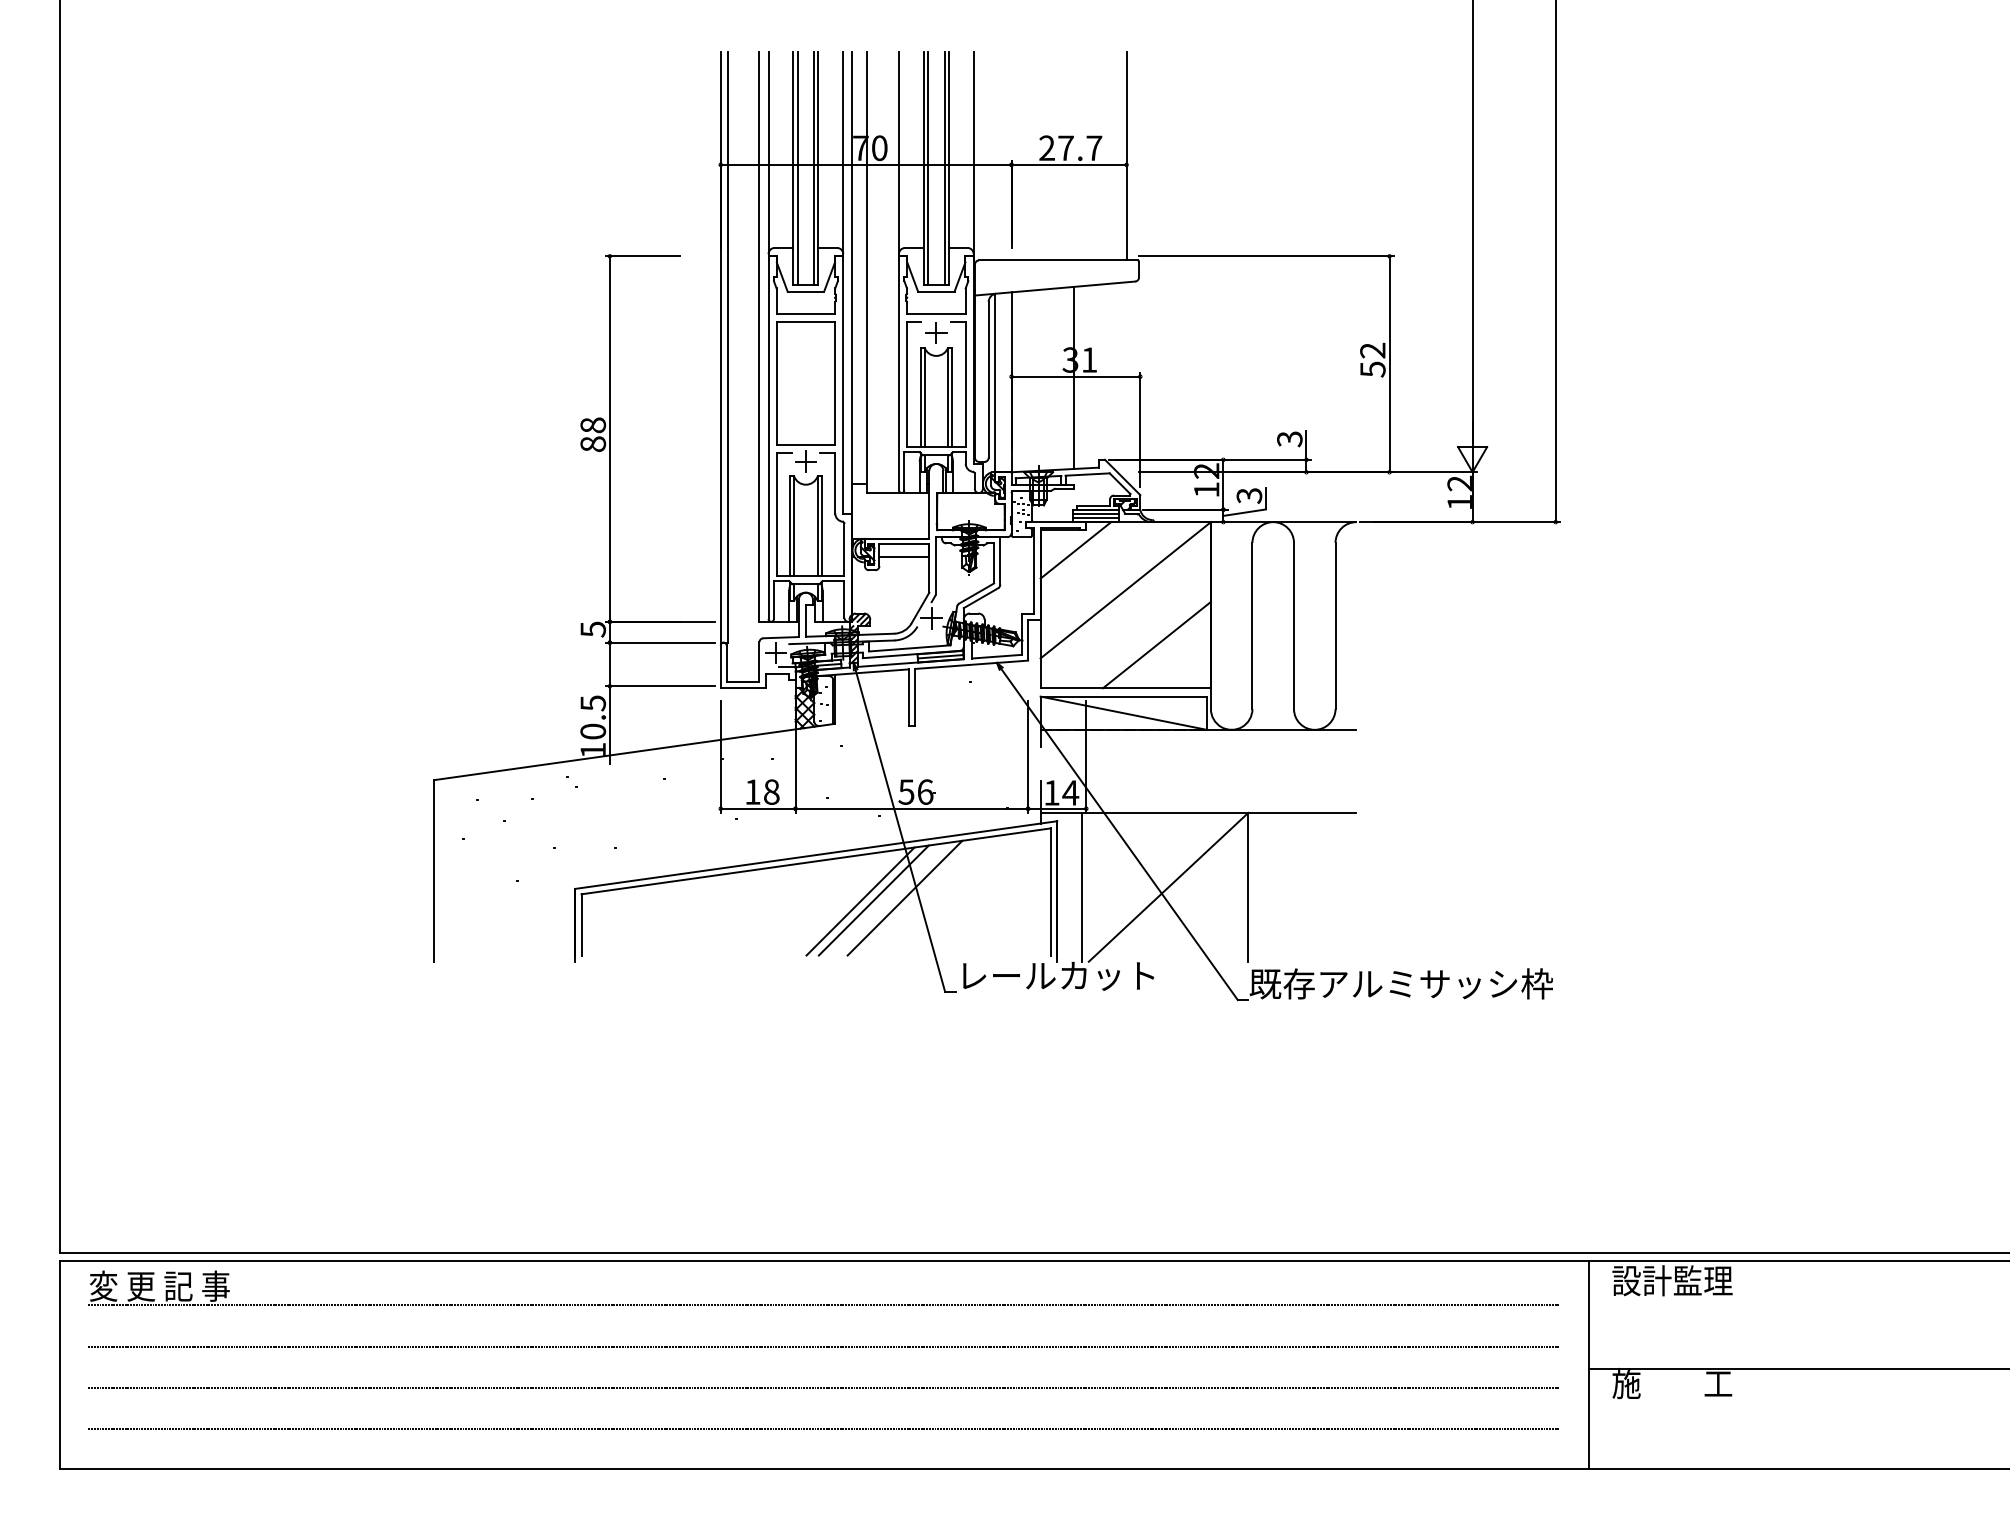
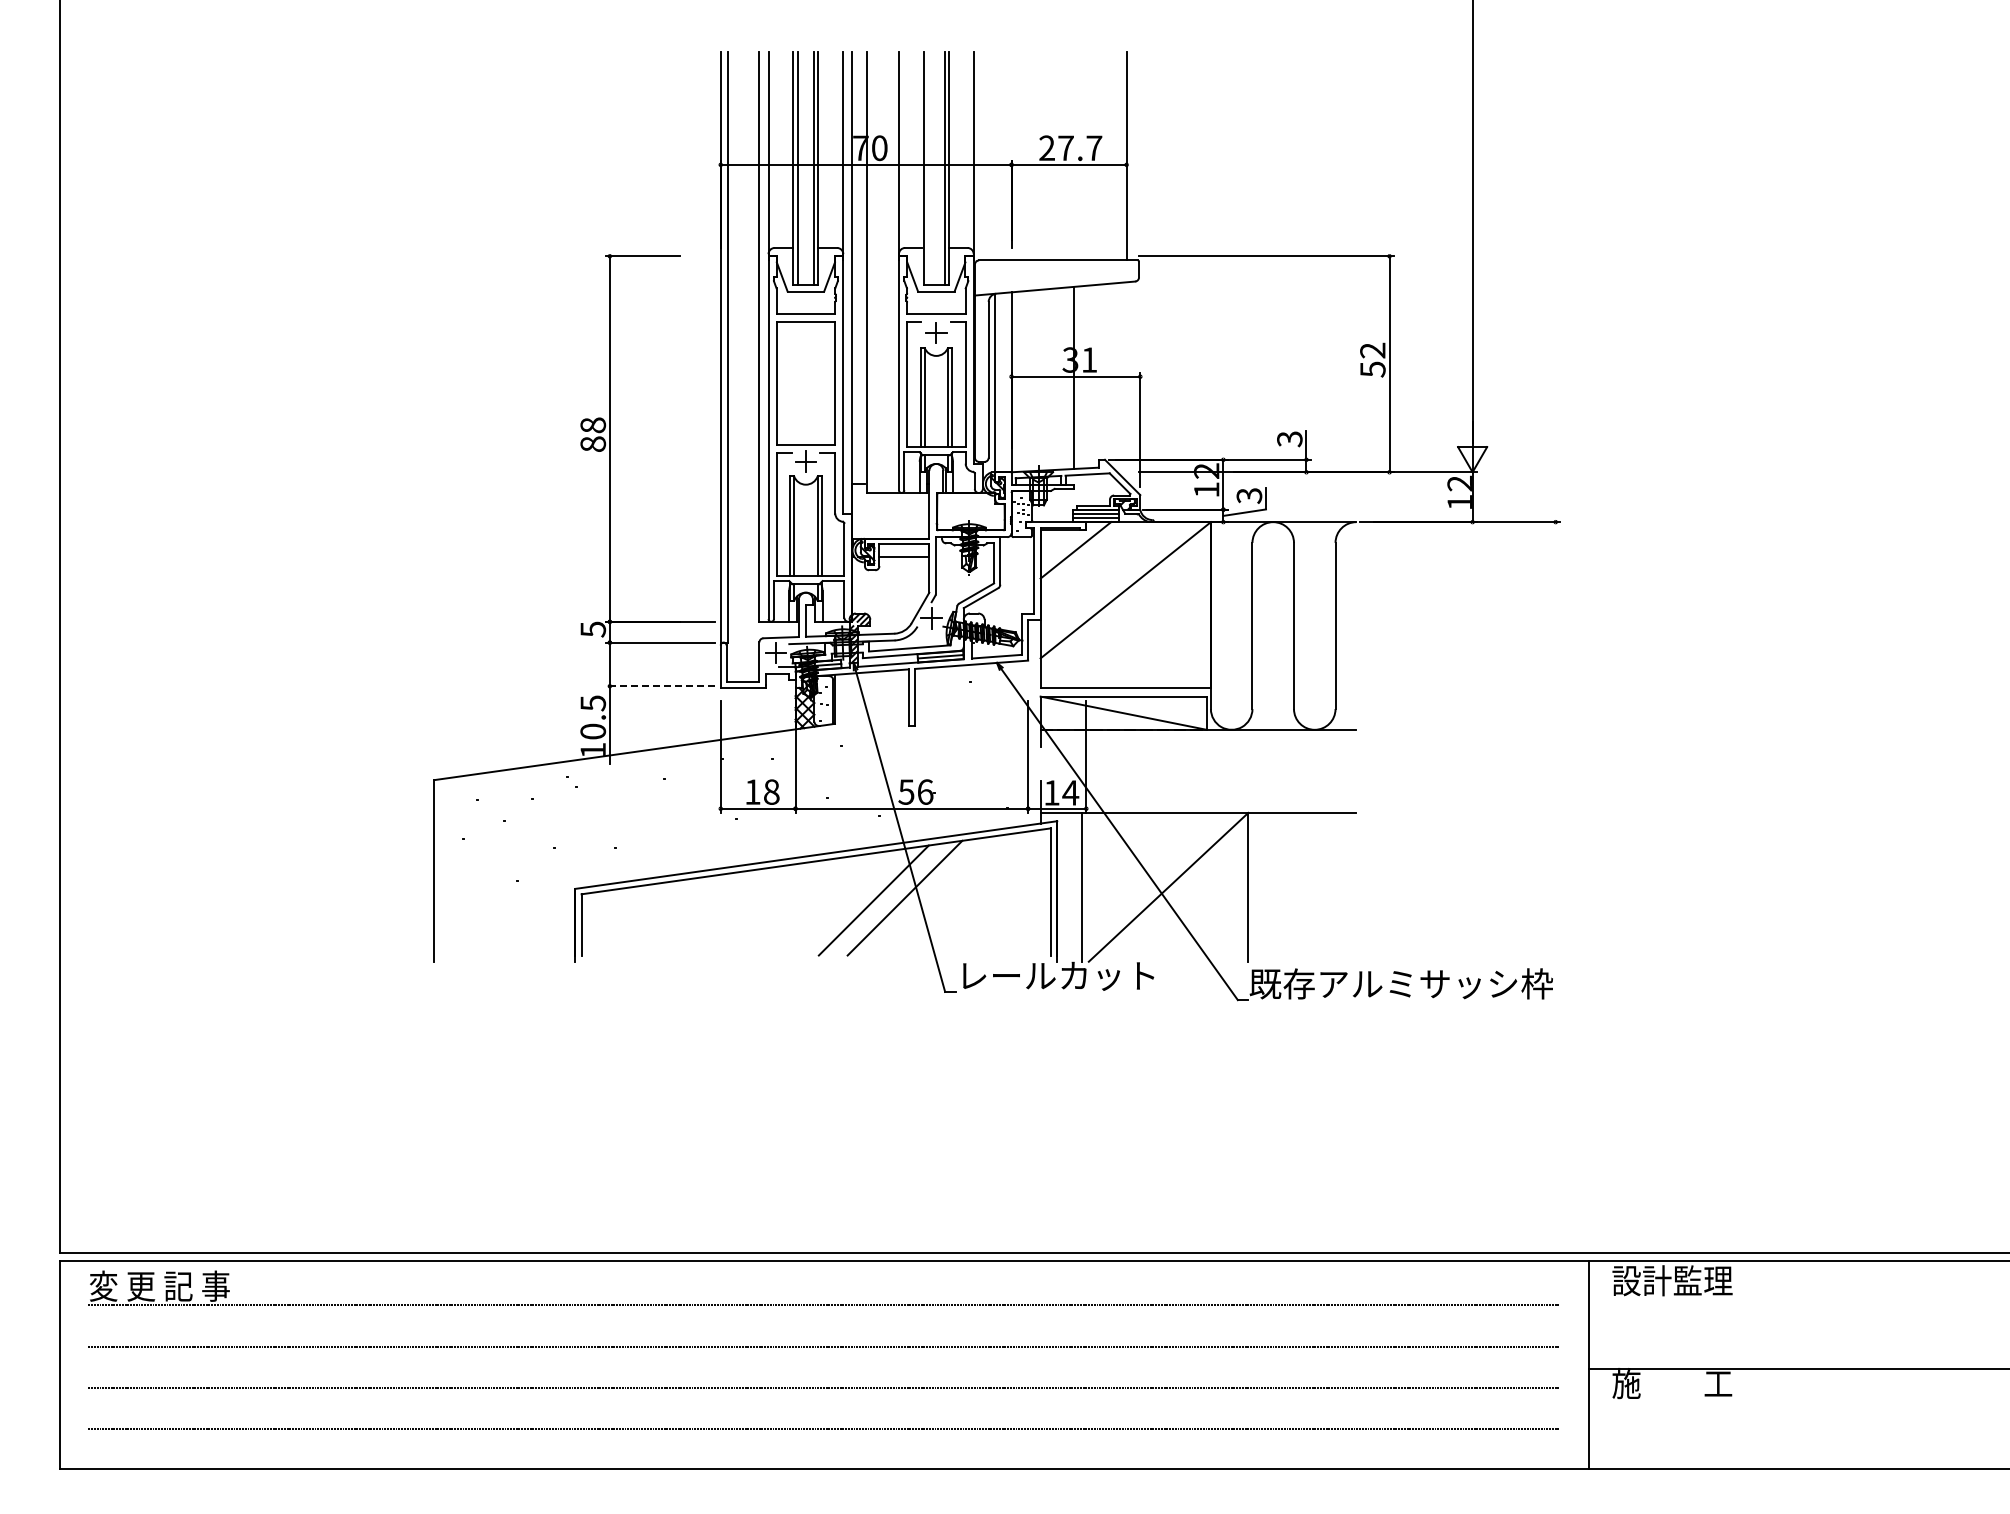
line at (928, 168): present -> none
line at (1555, 262): present -> none
line at (1156, 644): present -> none
line at (660, 686): solid -> dashed
line at (860, 901): present -> none
